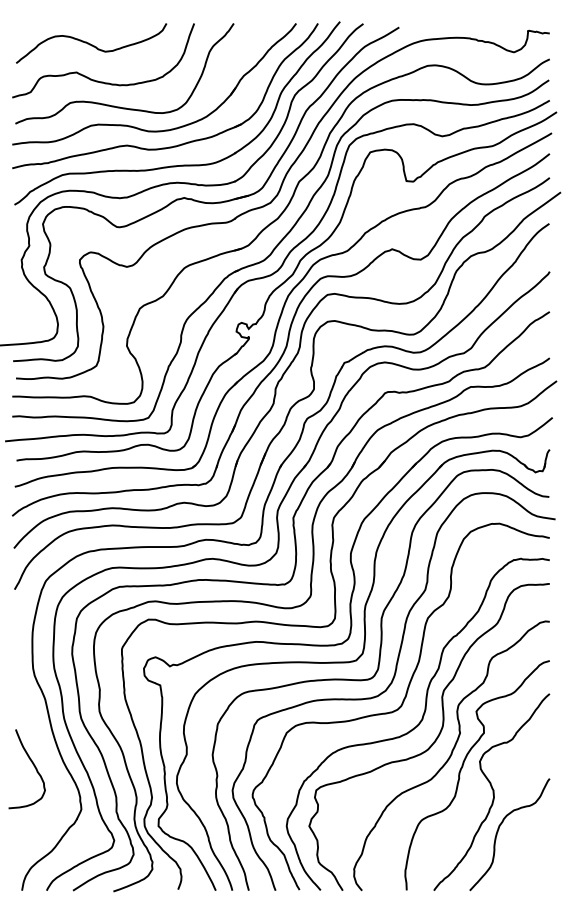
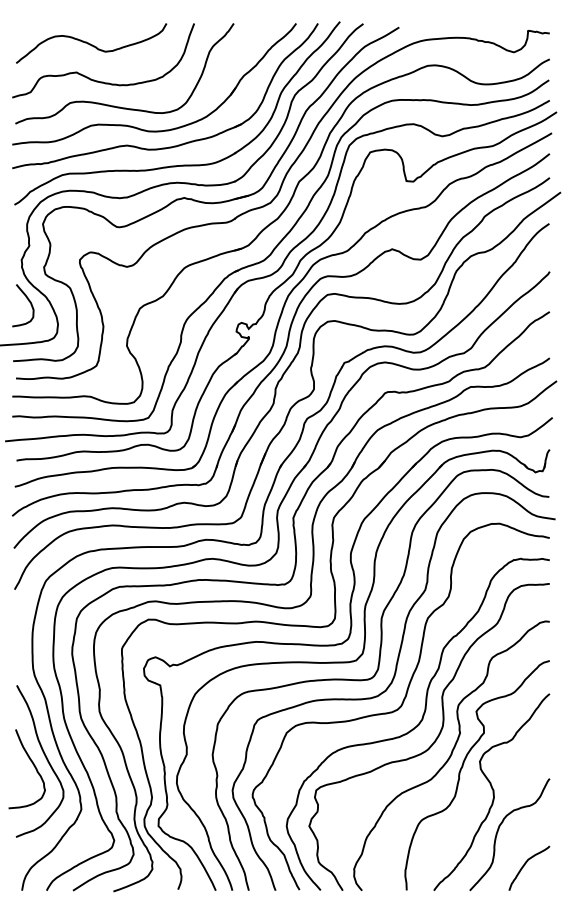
curve at (28, 301): none -> present
curve at (45, 758): none -> present
curve at (526, 863): none -> present
